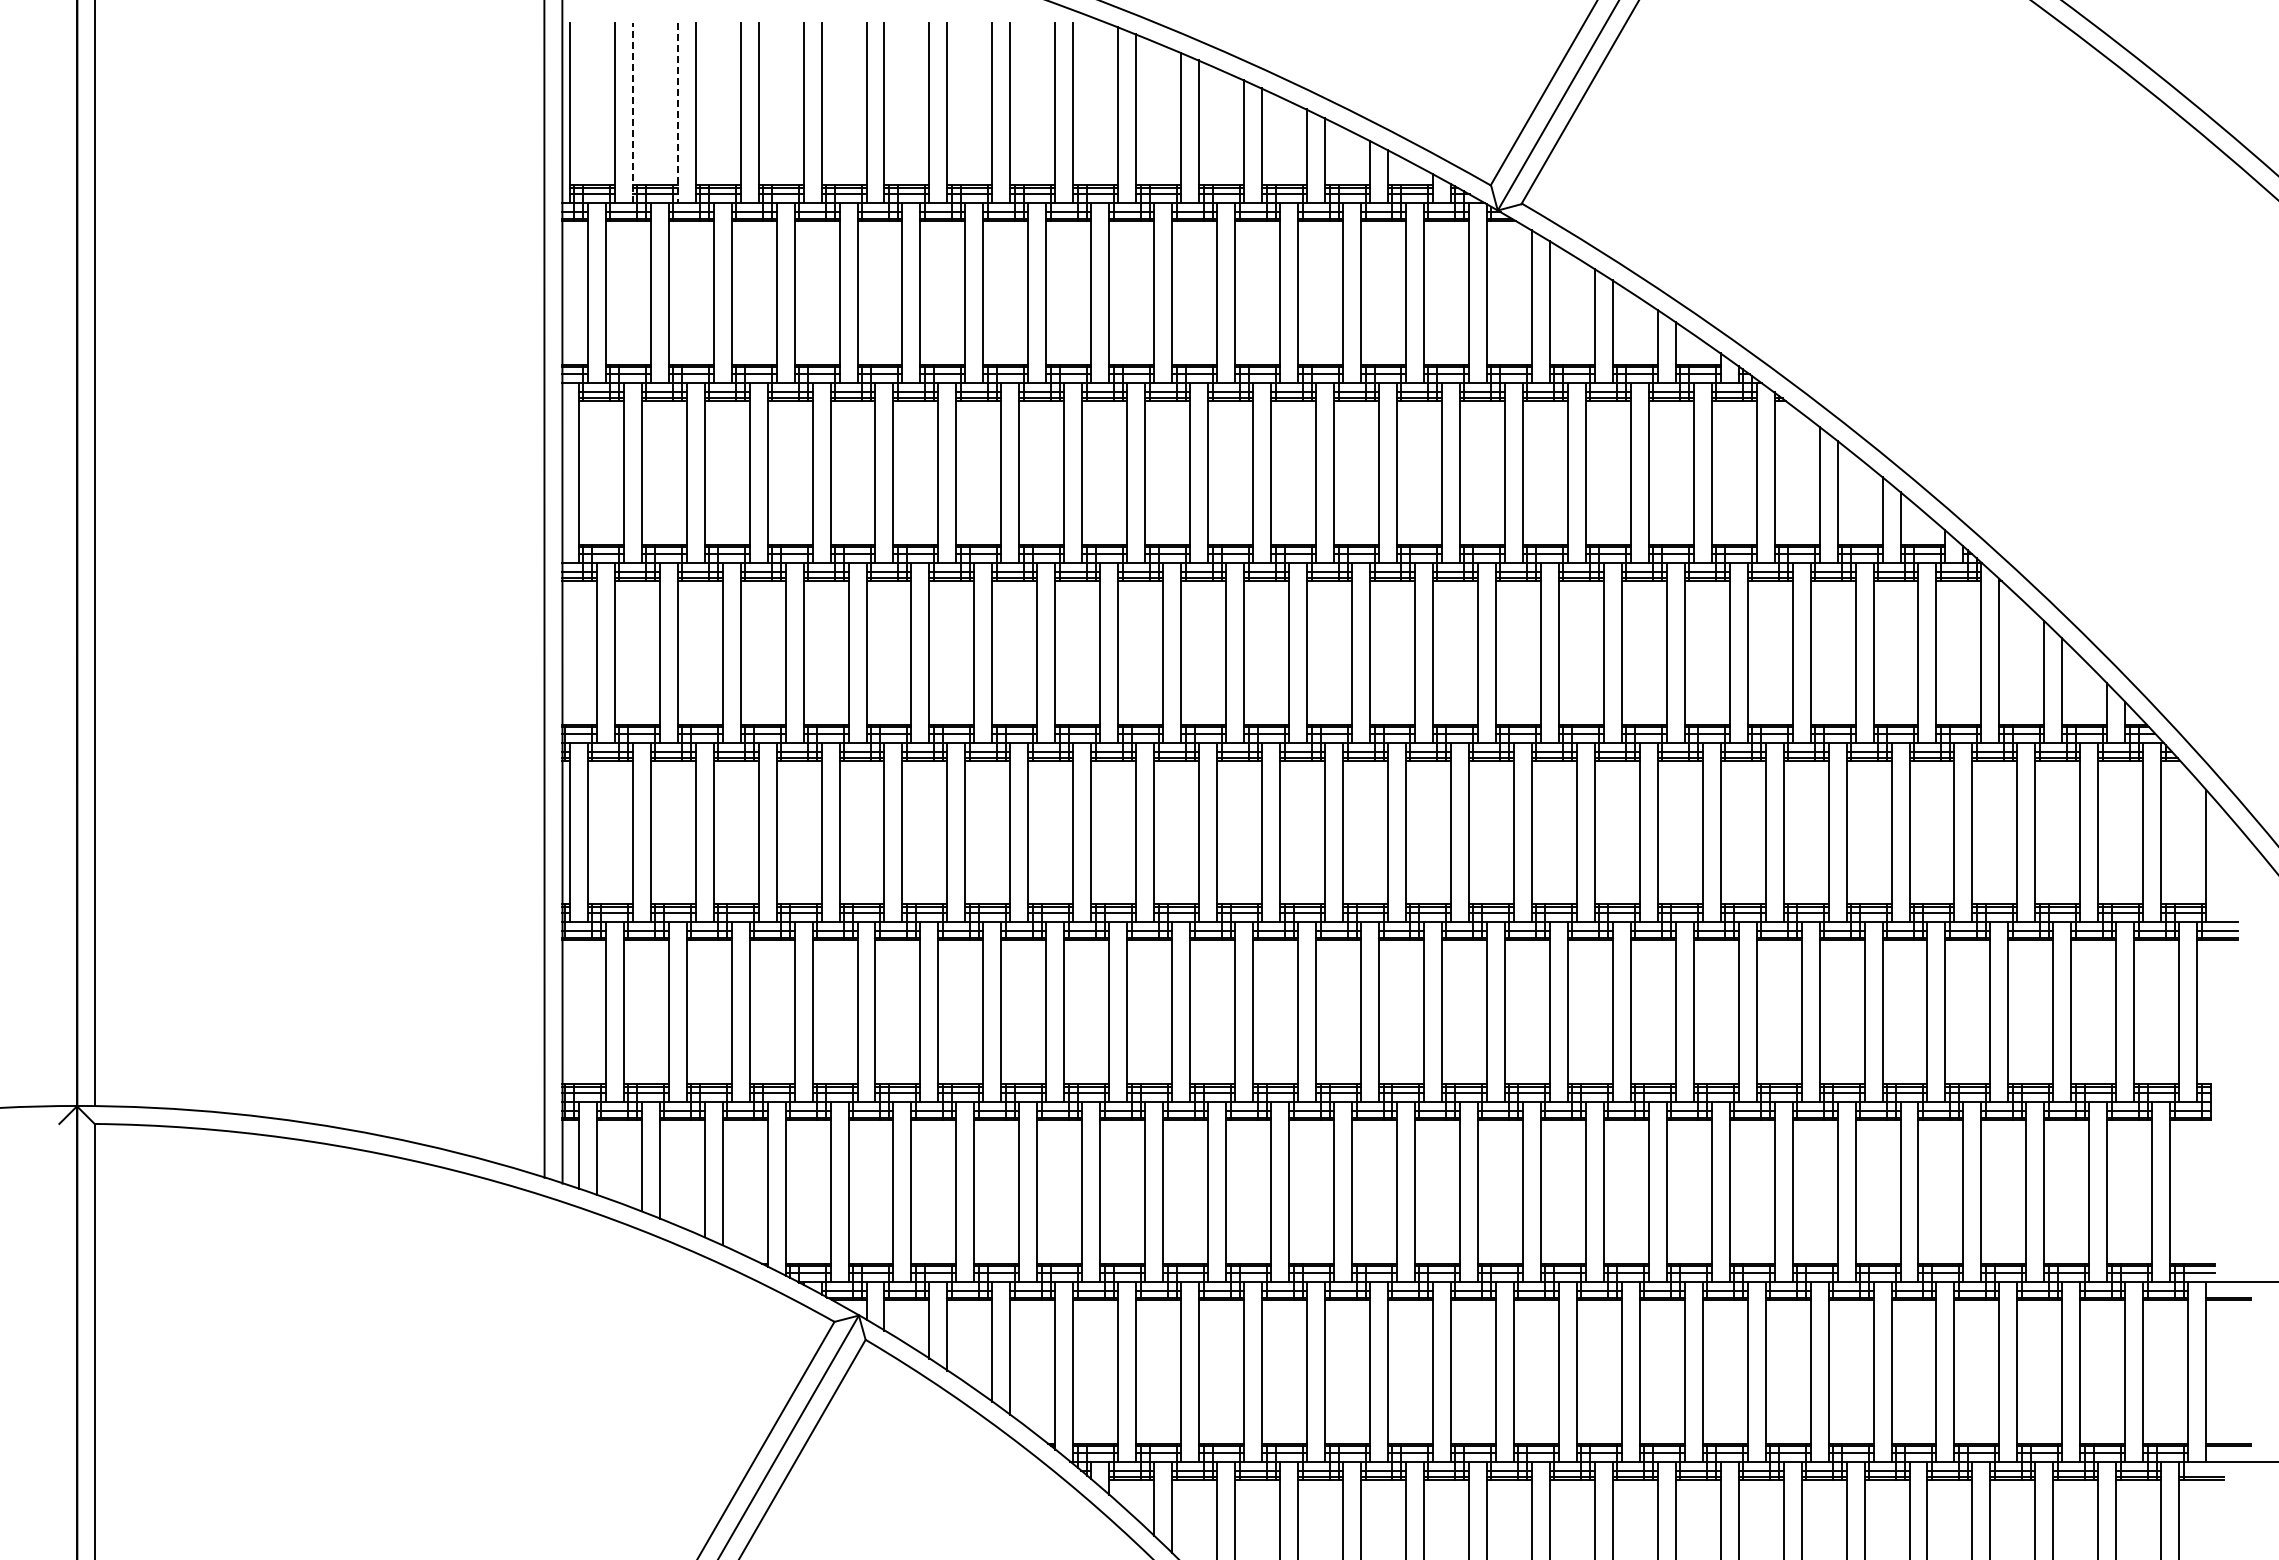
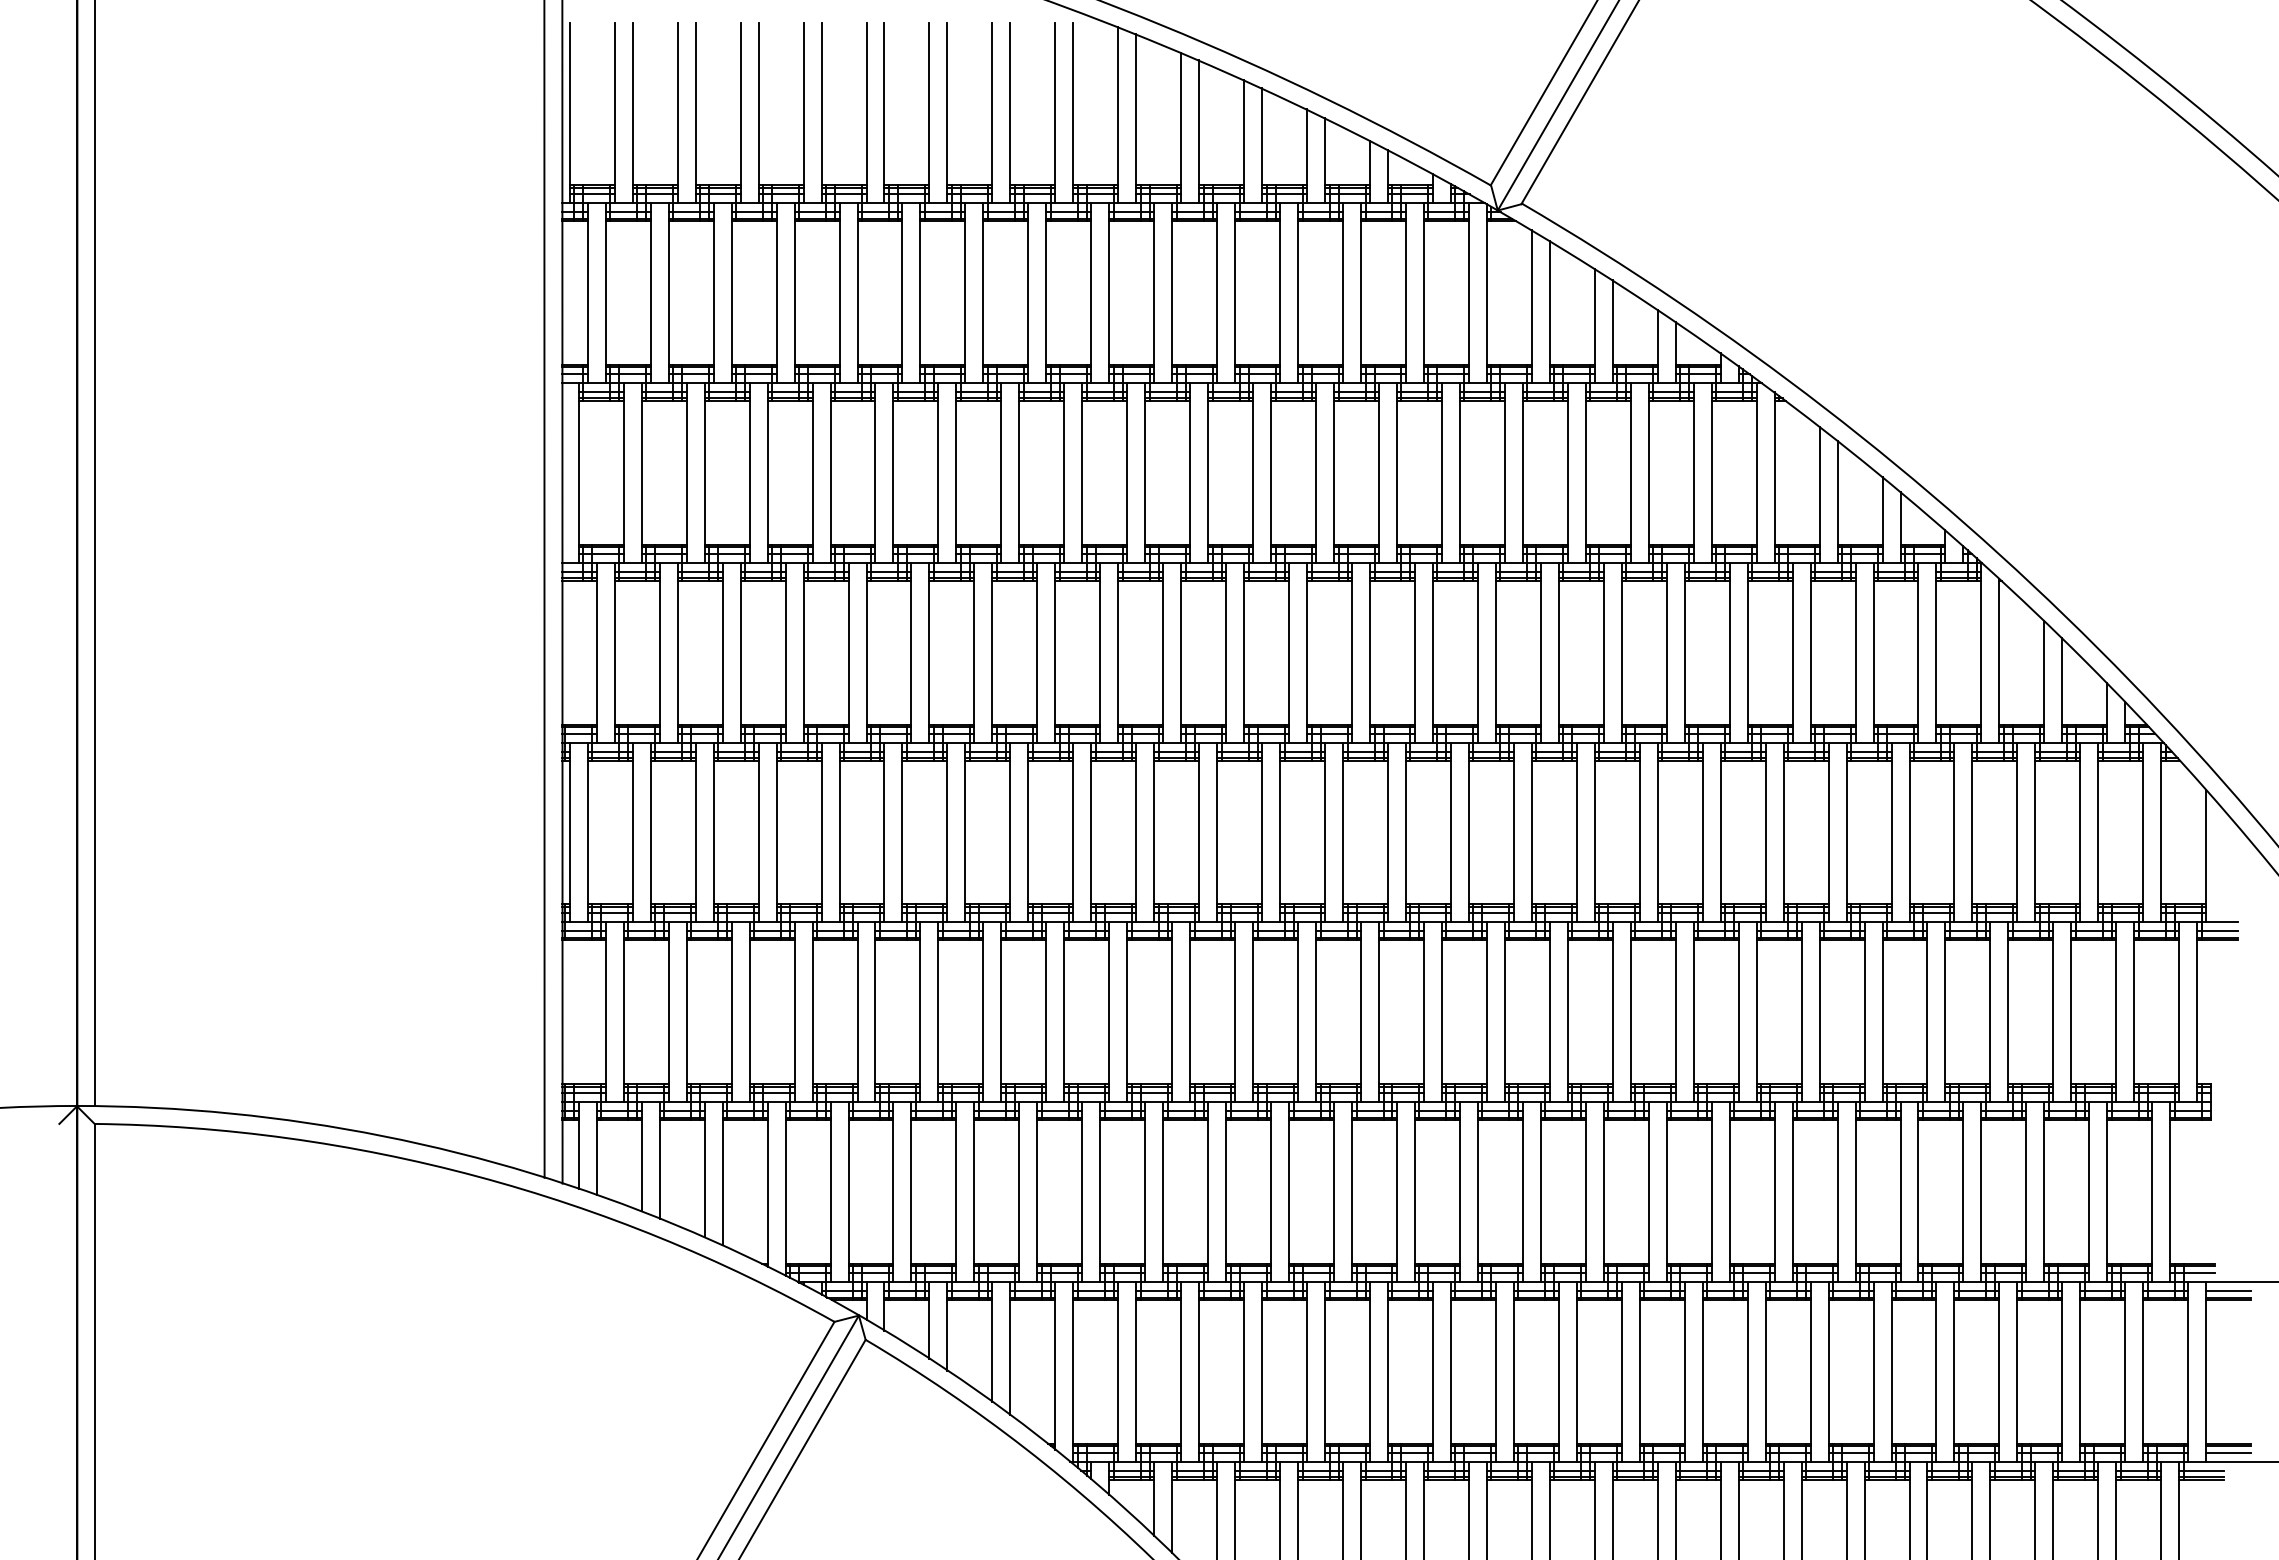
line at (632, 113): dashed -> solid
line at (677, 113): dashed -> solid
line at (2228, 1291): none -> present
line at (2228, 1452): none -> present
line at (2201, 1470): none -> present
